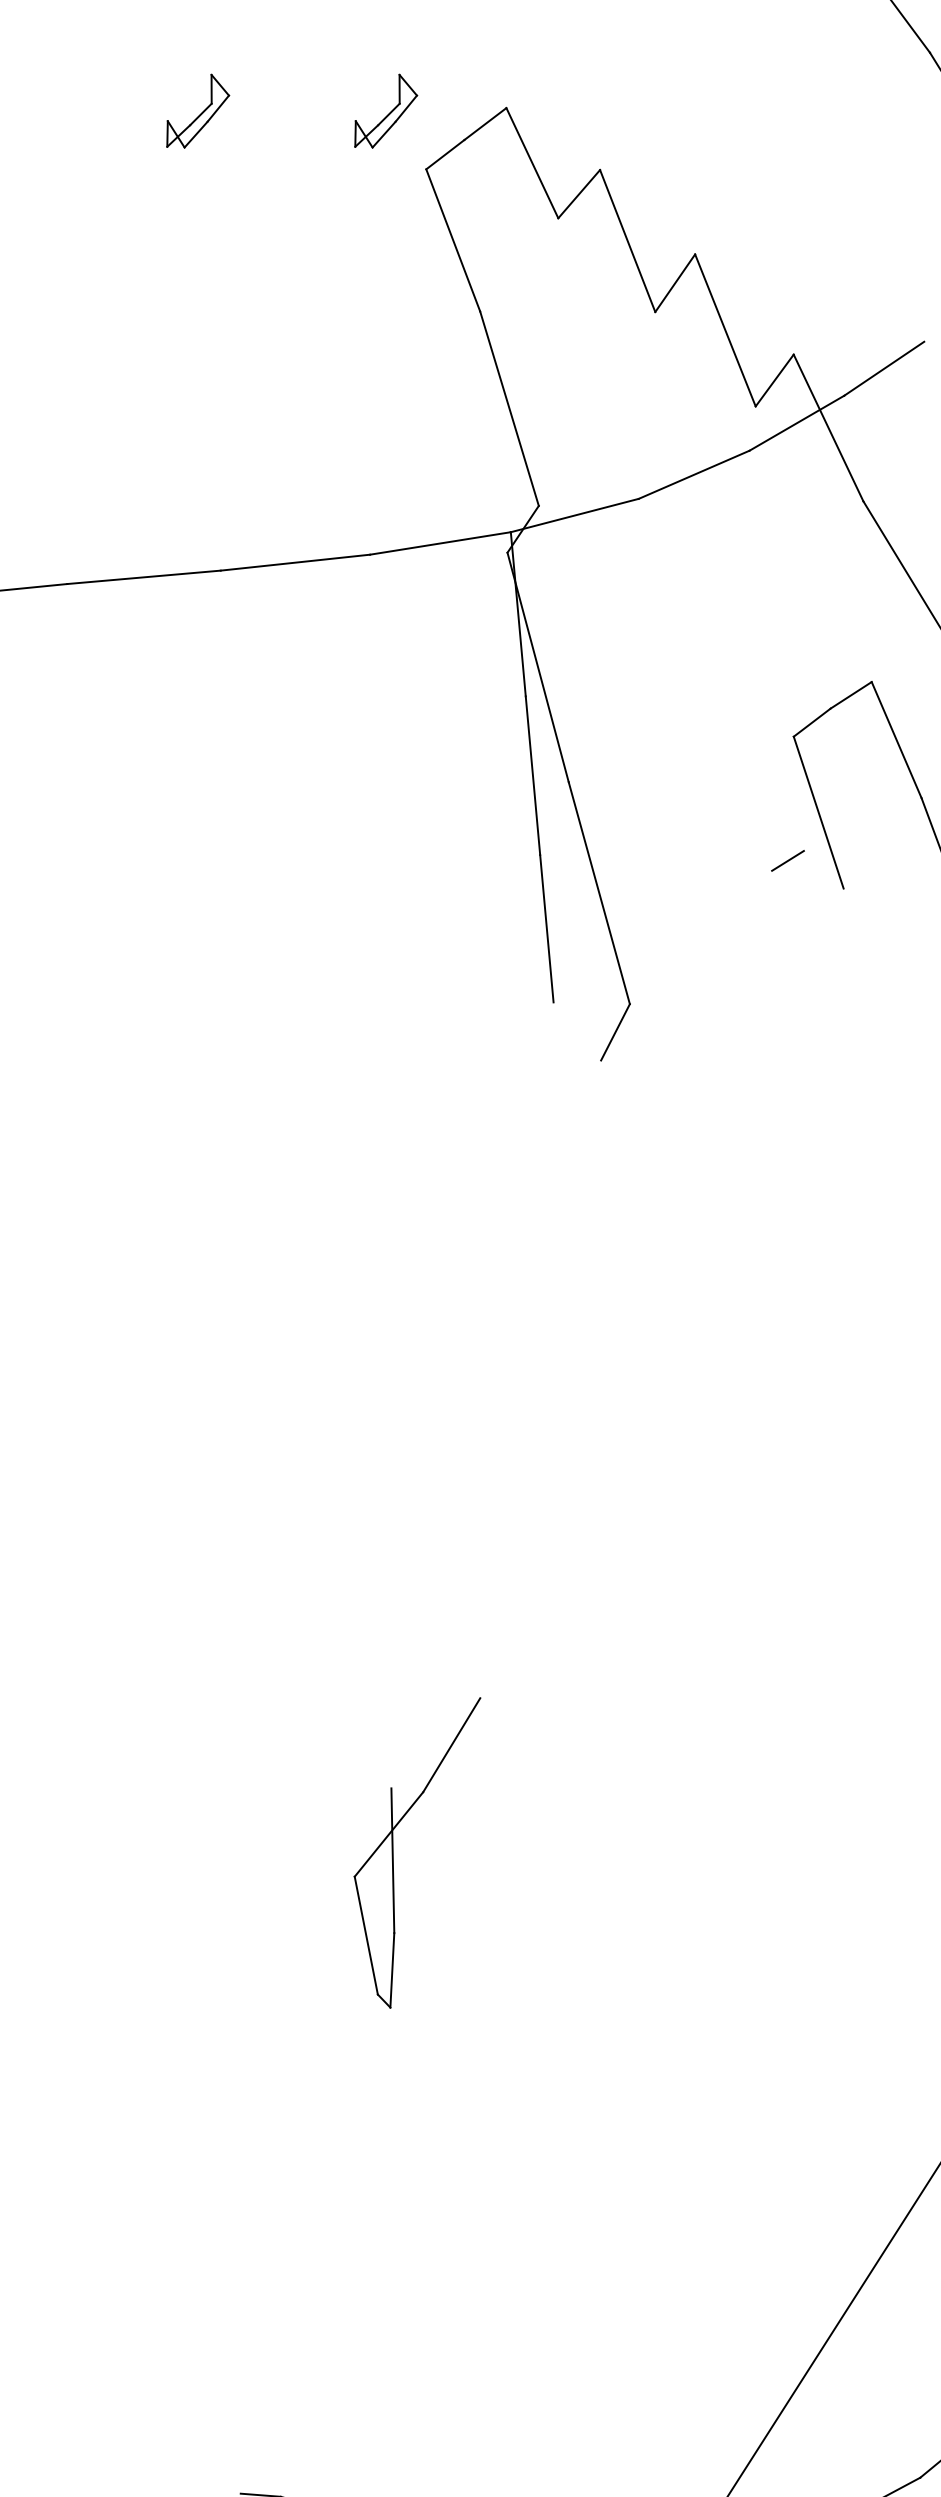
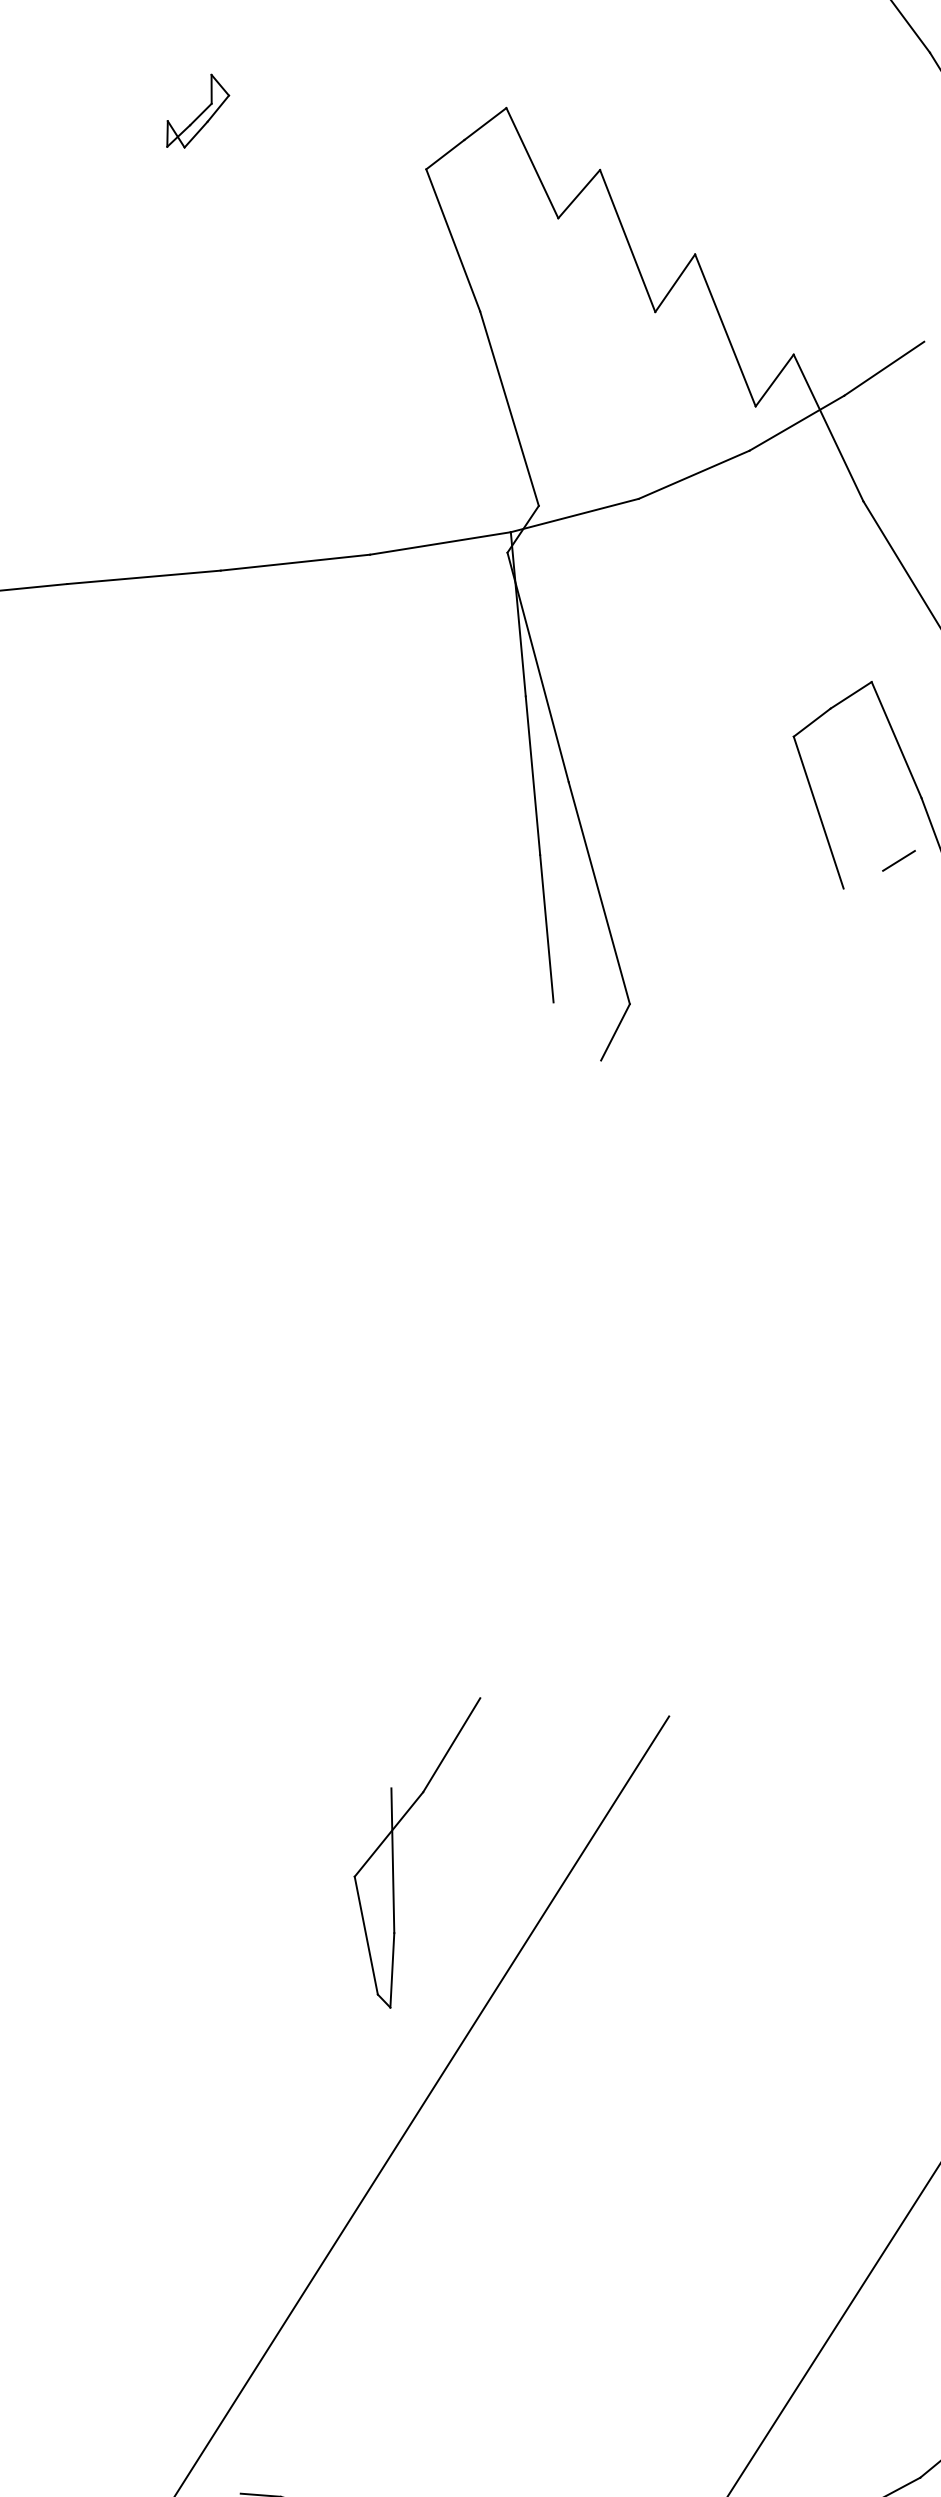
part at (386, 110): present -> none
line at (787, 860) position: (787, 860) -> (898, 860)
line at (422, 2104): none -> present
